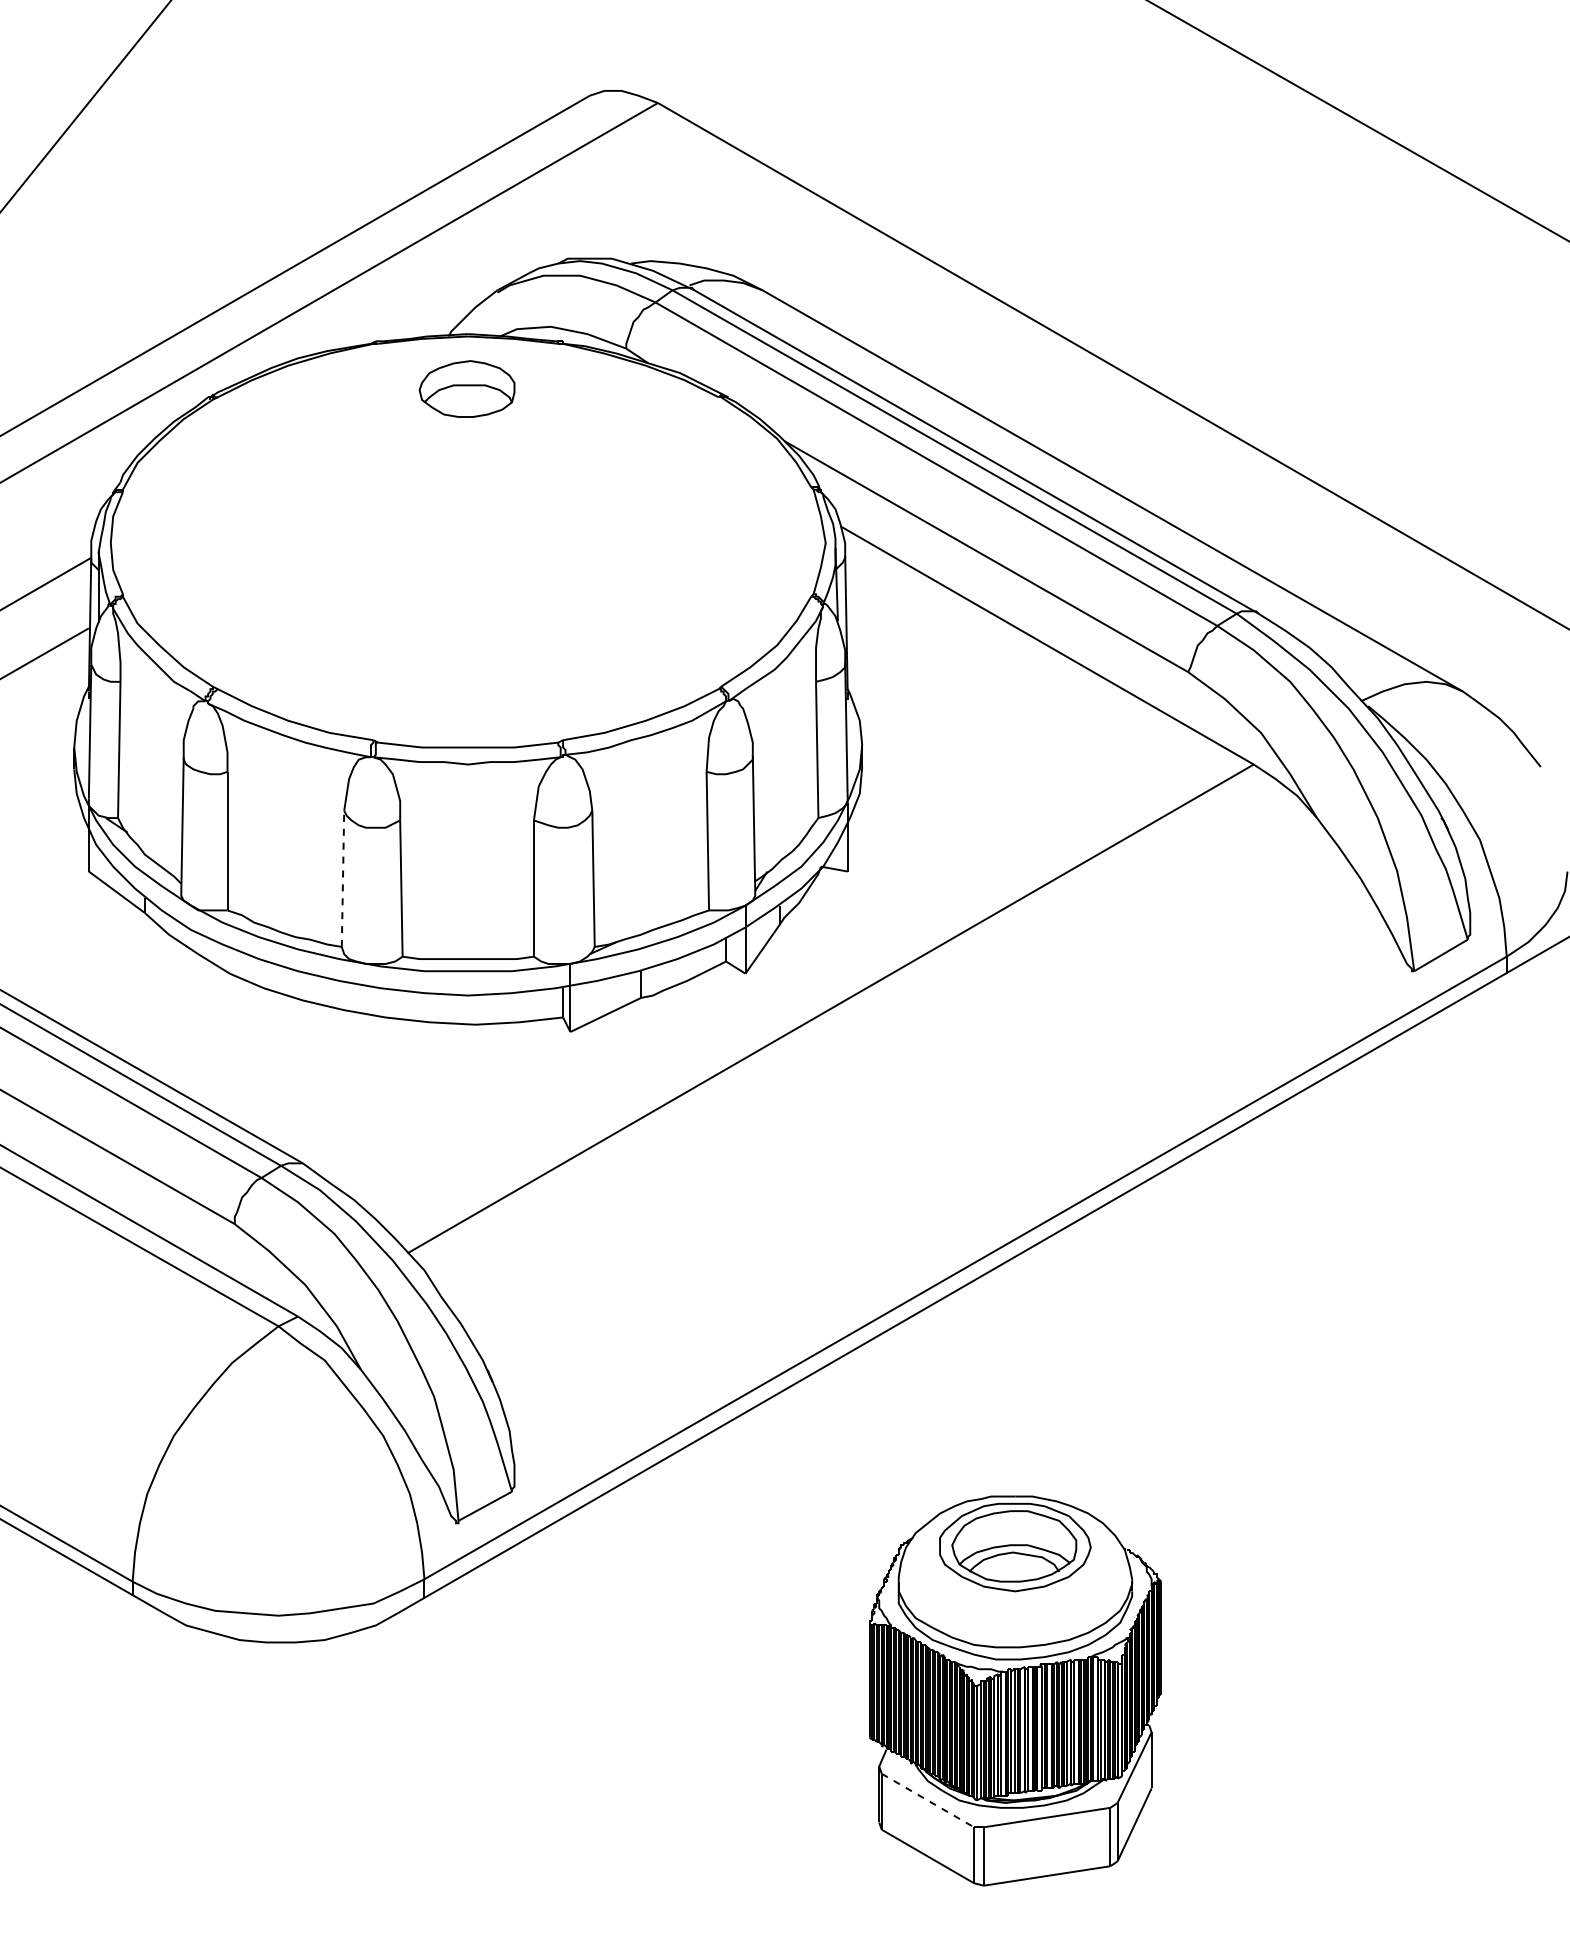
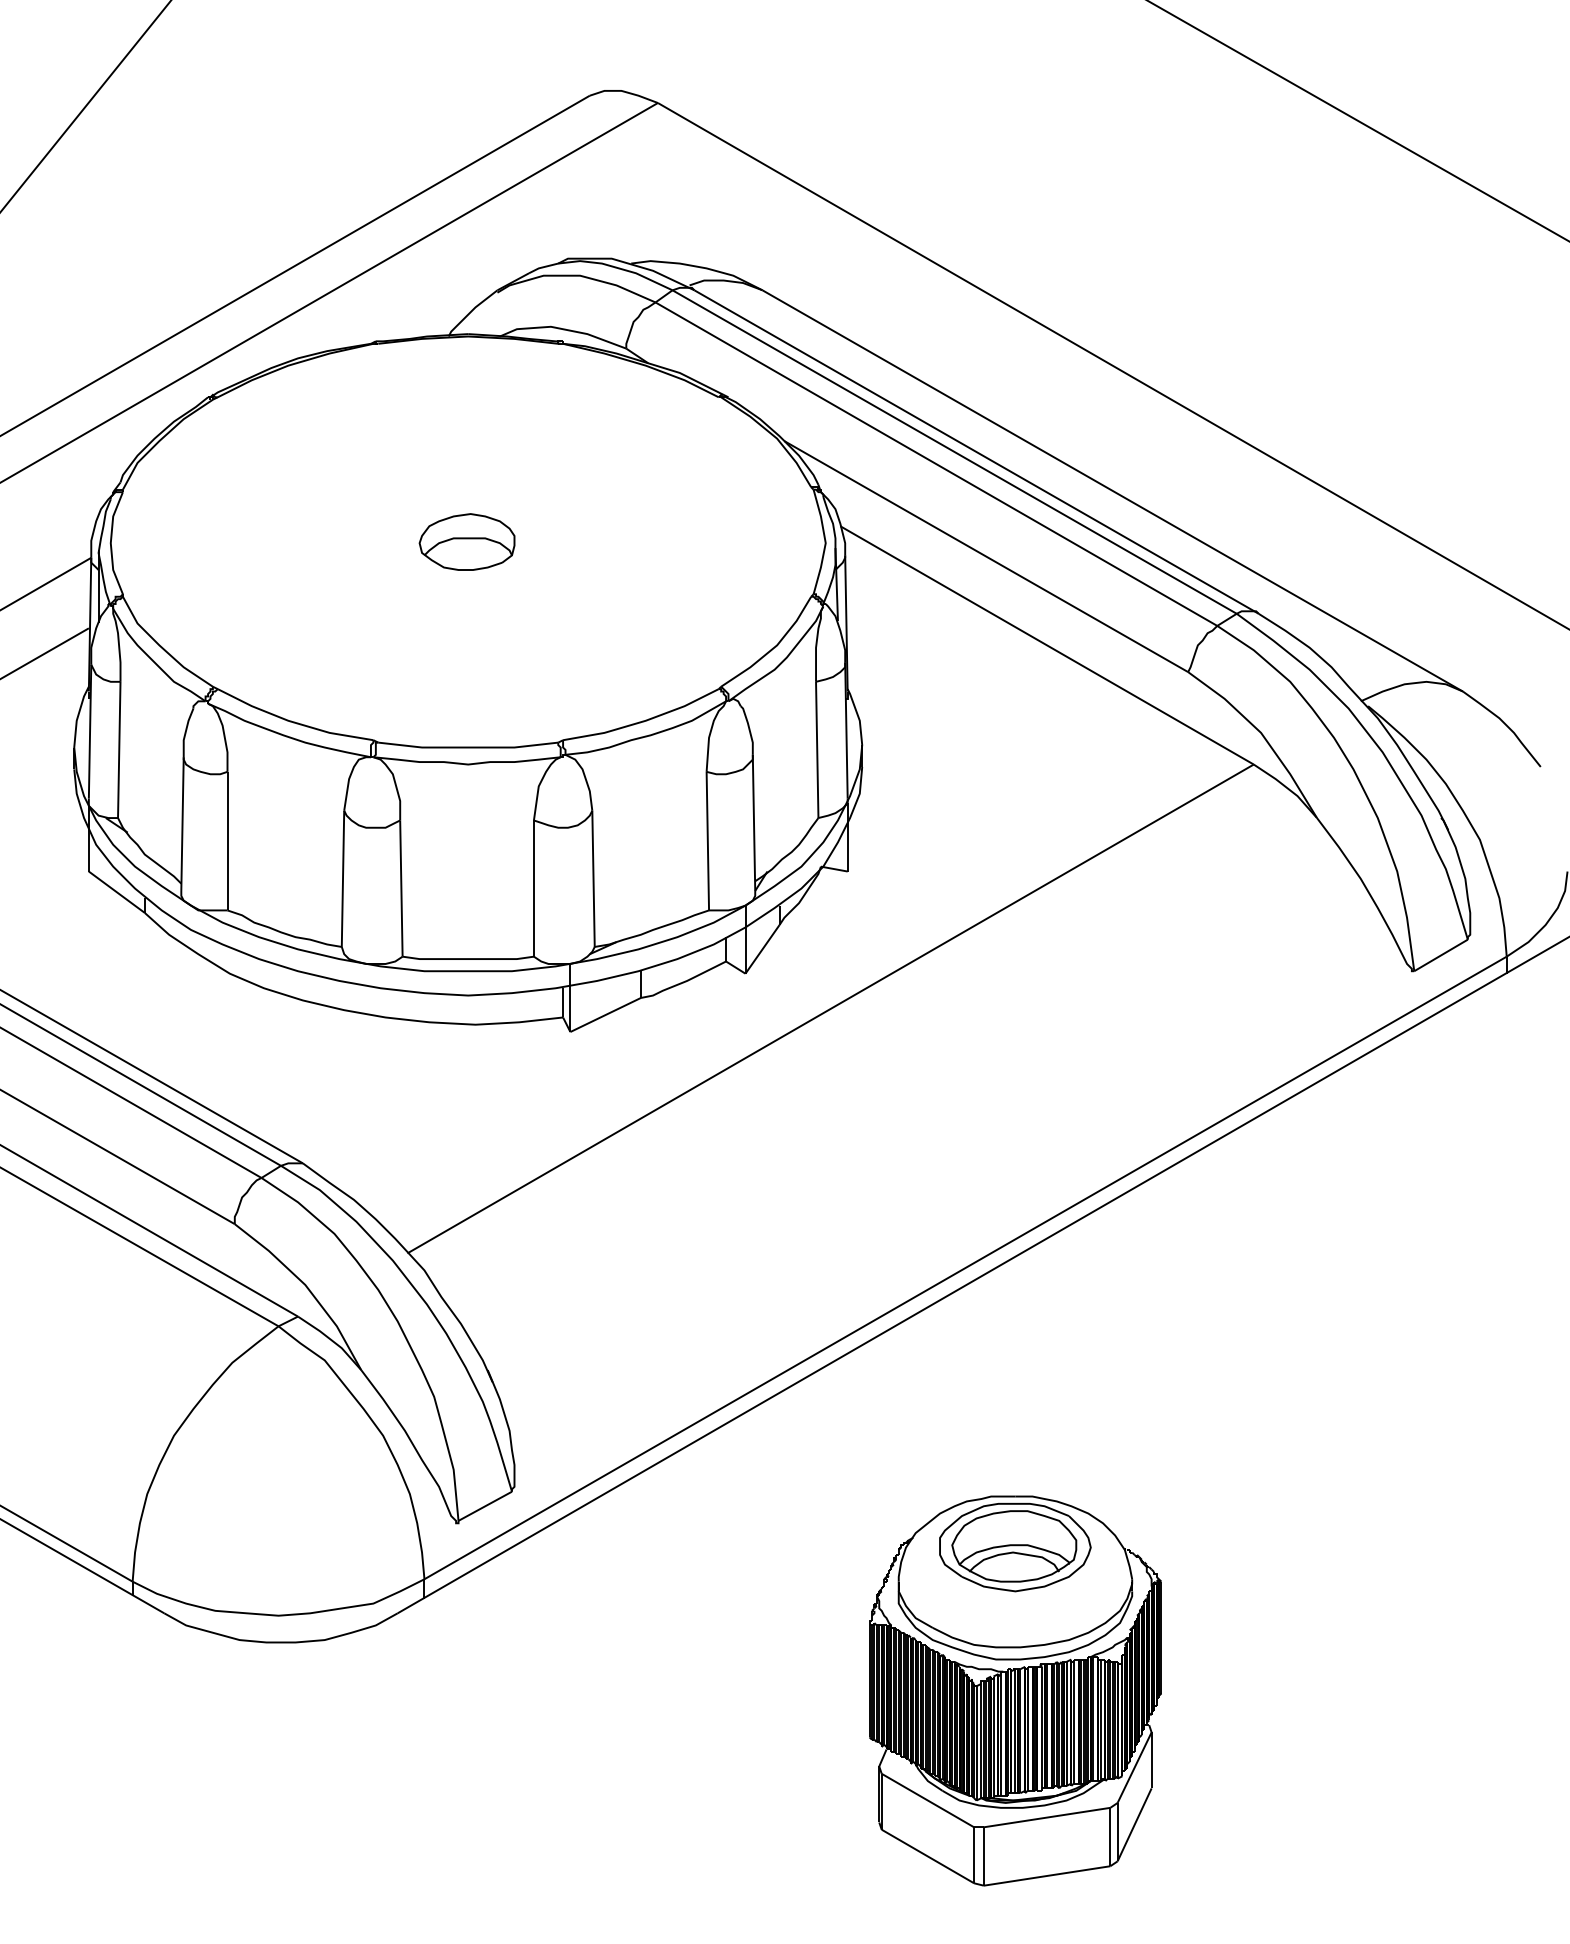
part at (466, 388) position: (466, 388) -> (466, 541)
line at (343, 878): dashed -> solid
line at (928, 1800): dashed -> solid
